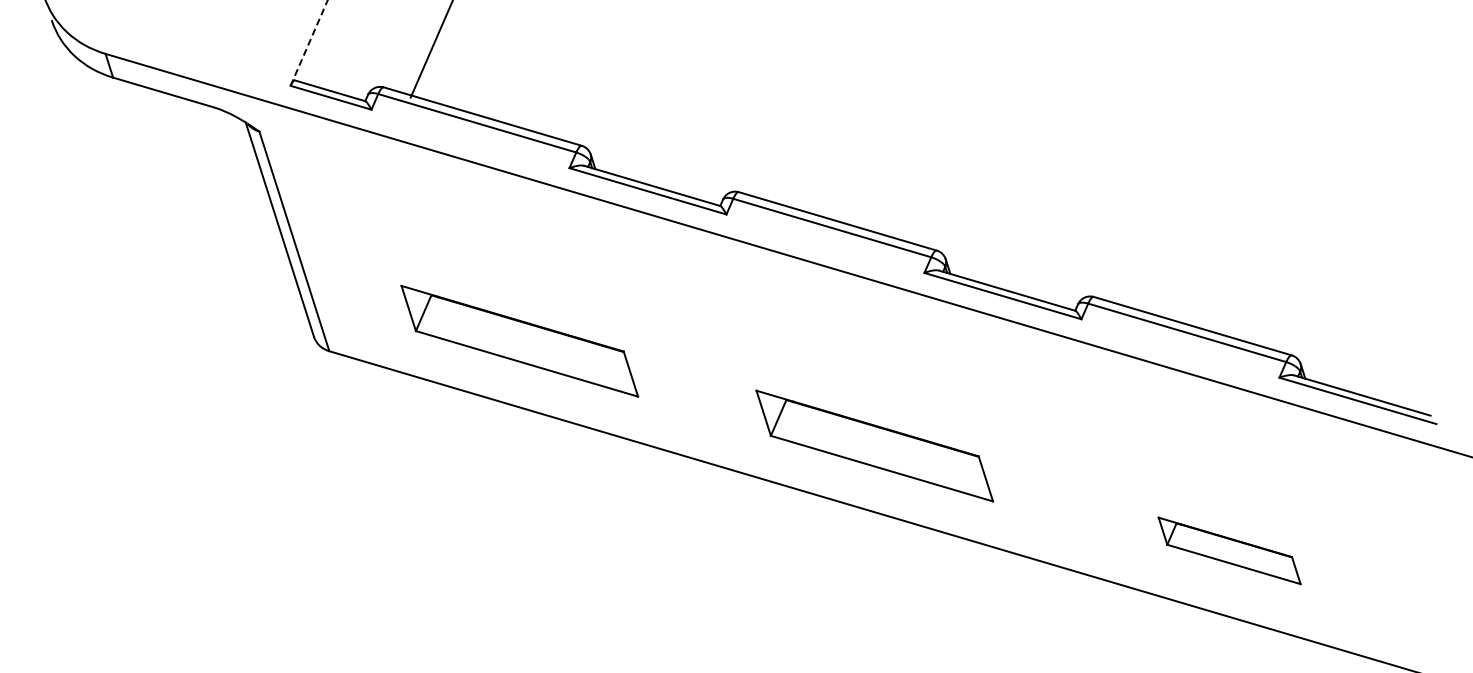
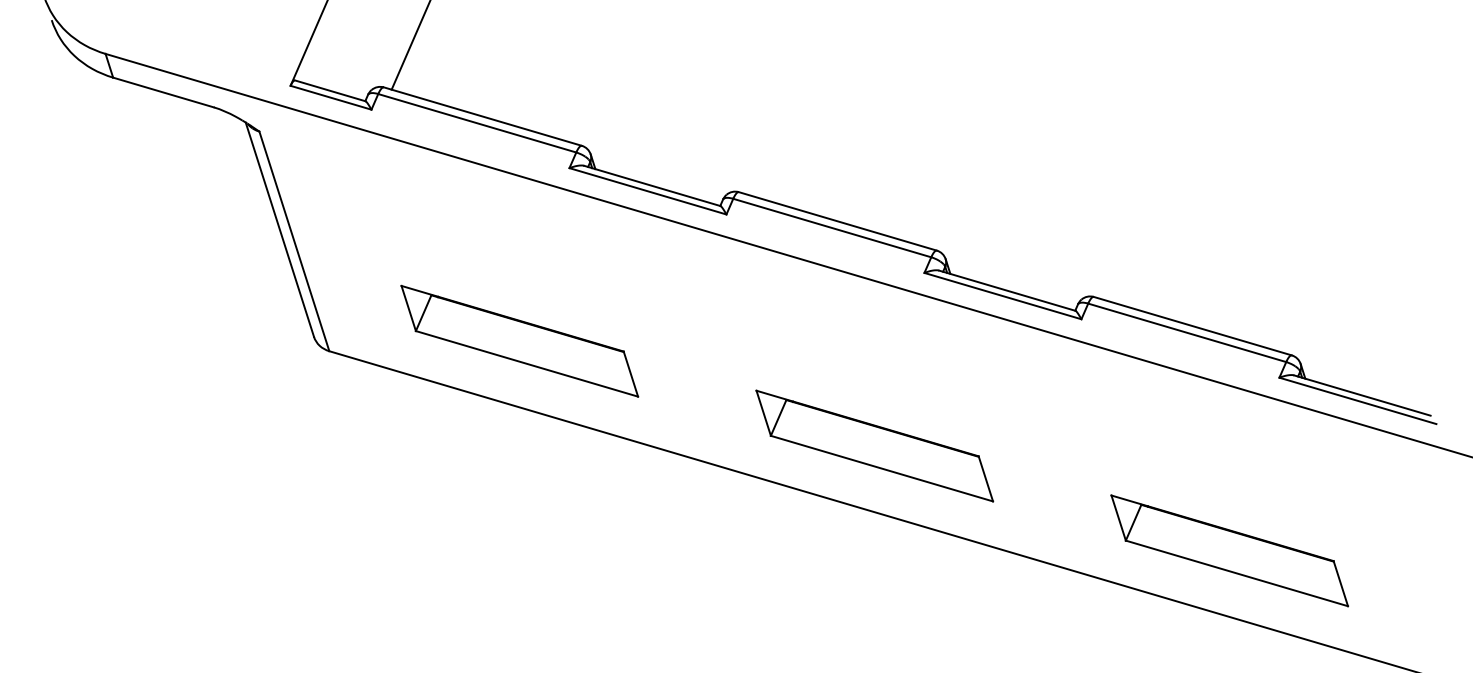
line at (309, 42): dashed -> solid
line at (431, 49) position: (431, 49) -> (410, 45)
part at (1229, 550) size: 145x70 px -> 239x114 px
